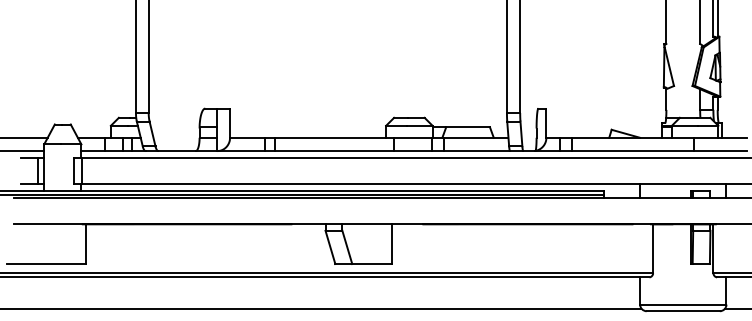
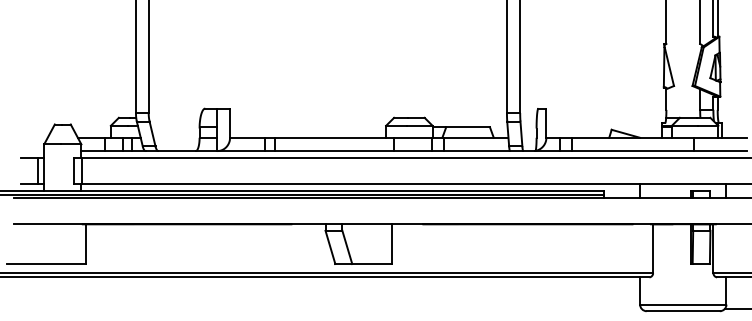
line at (24, 137): present -> none
line at (23, 151): present -> none
line at (321, 308): present -> none
